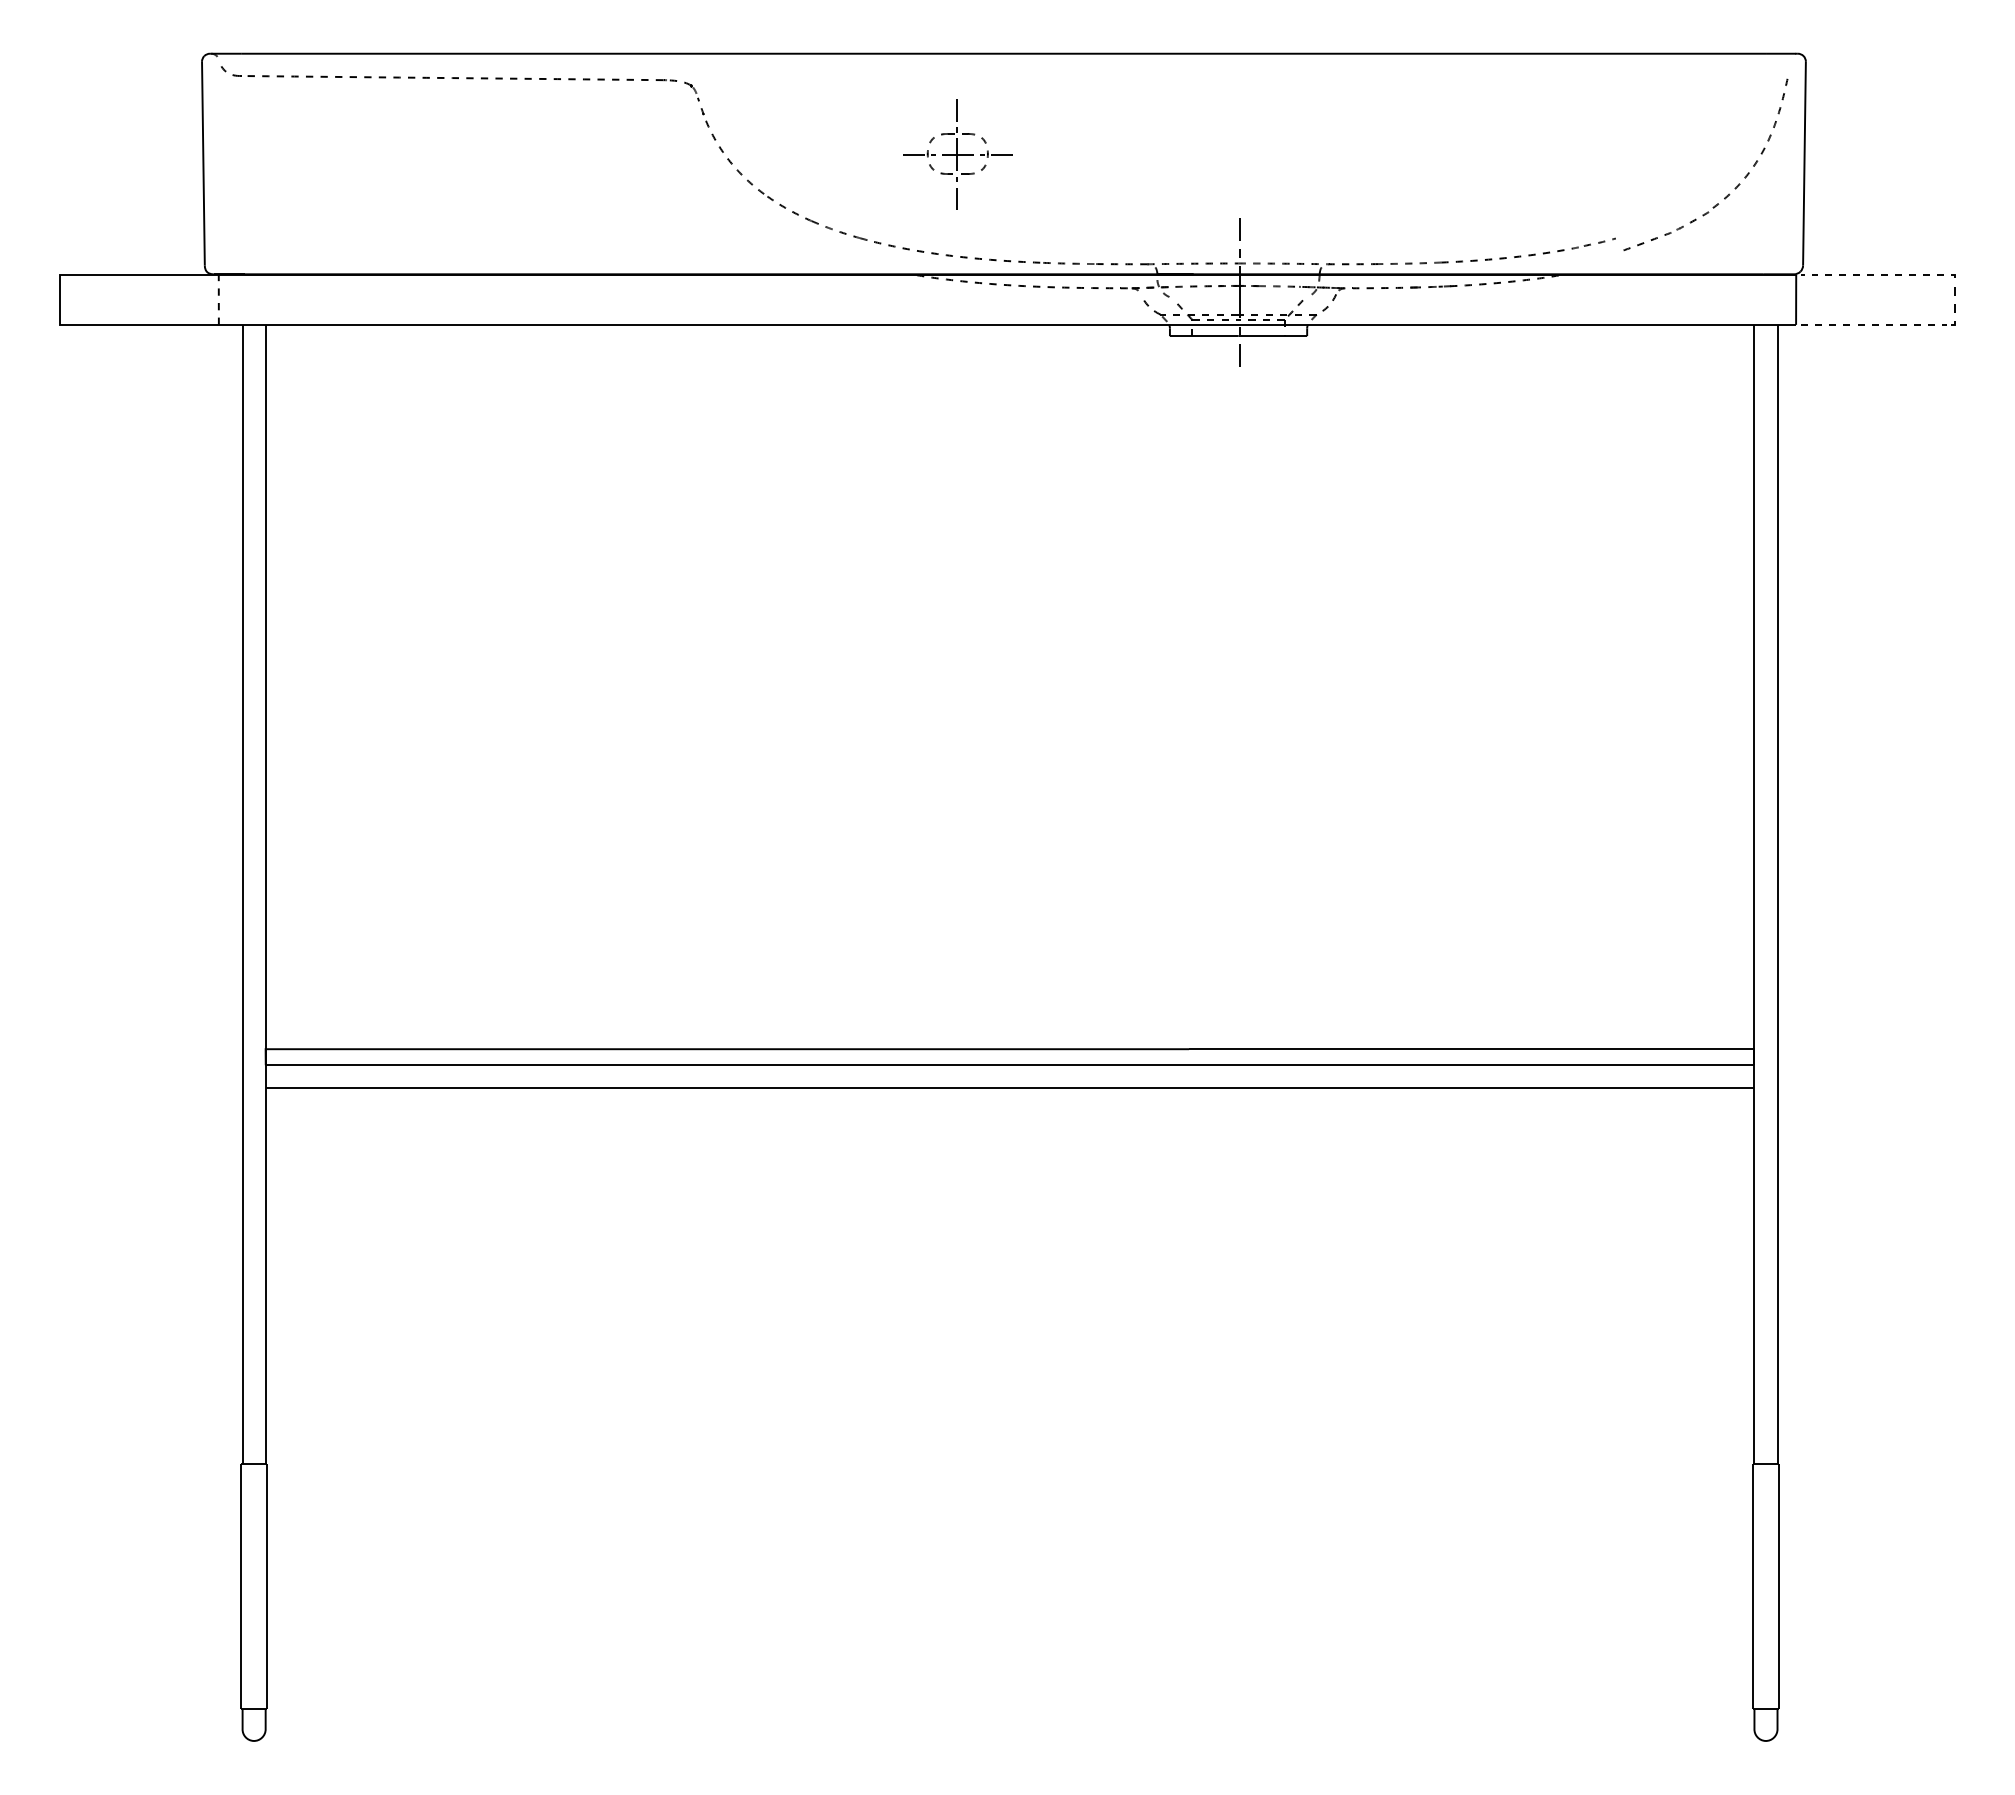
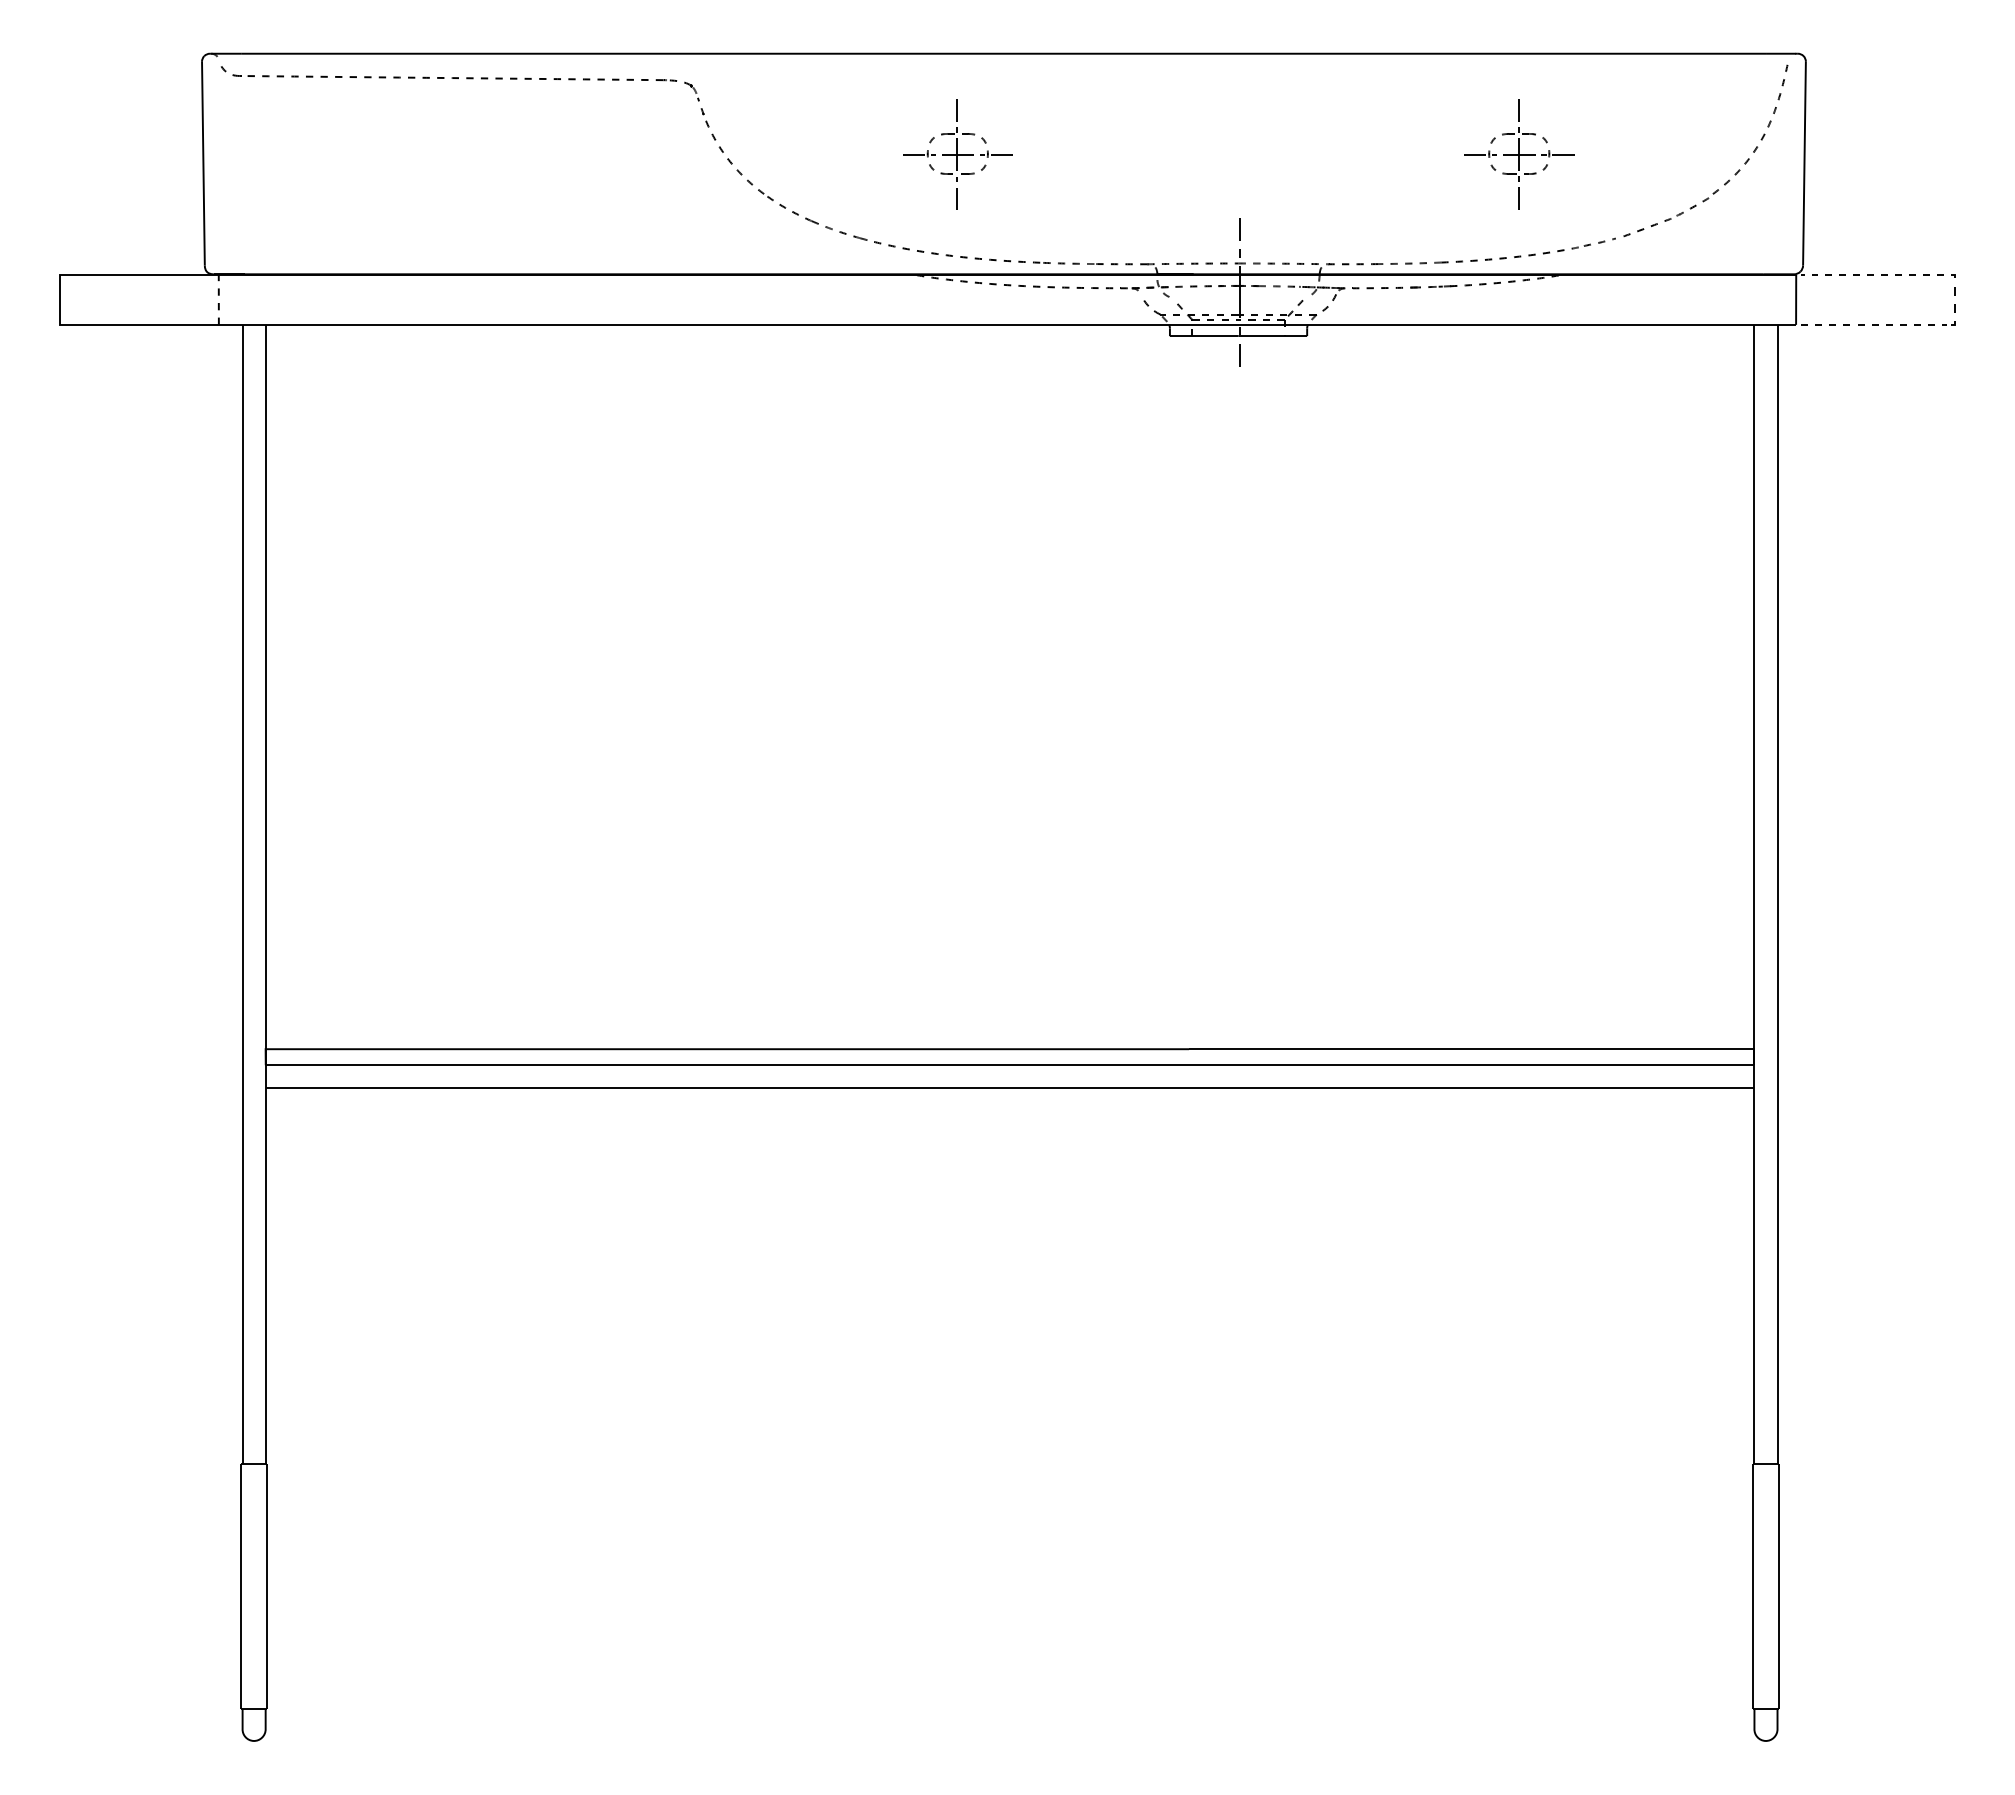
part at (1519, 154): none -> present
part at (1727, 194) position: (1727, 194) -> (1727, 180)
